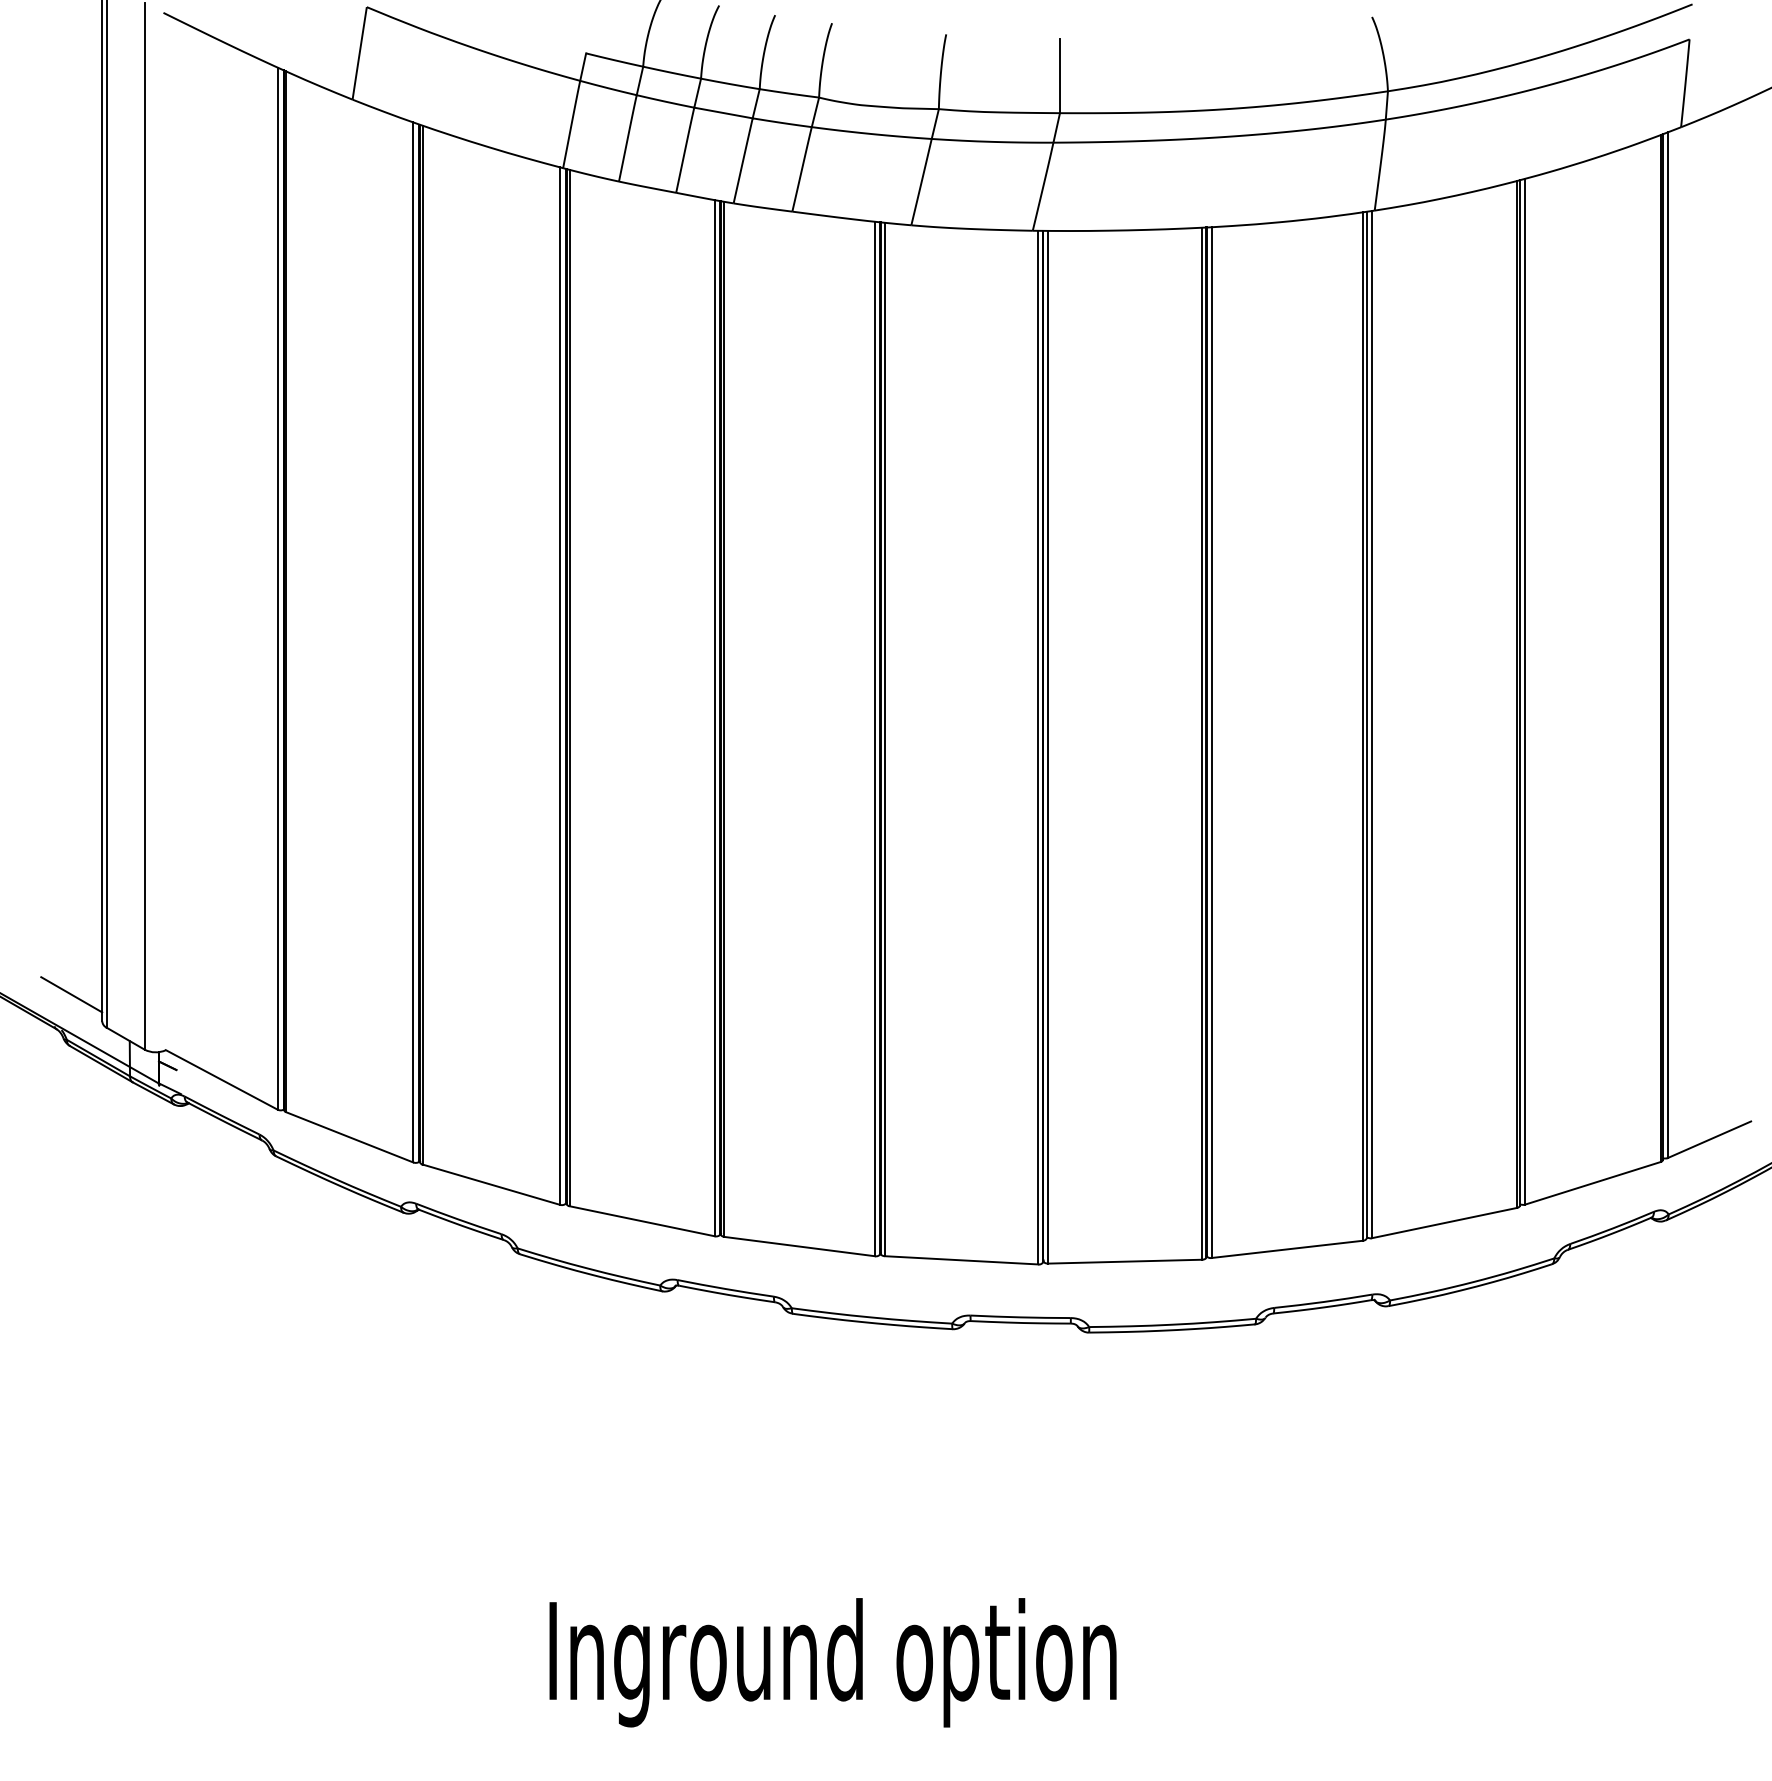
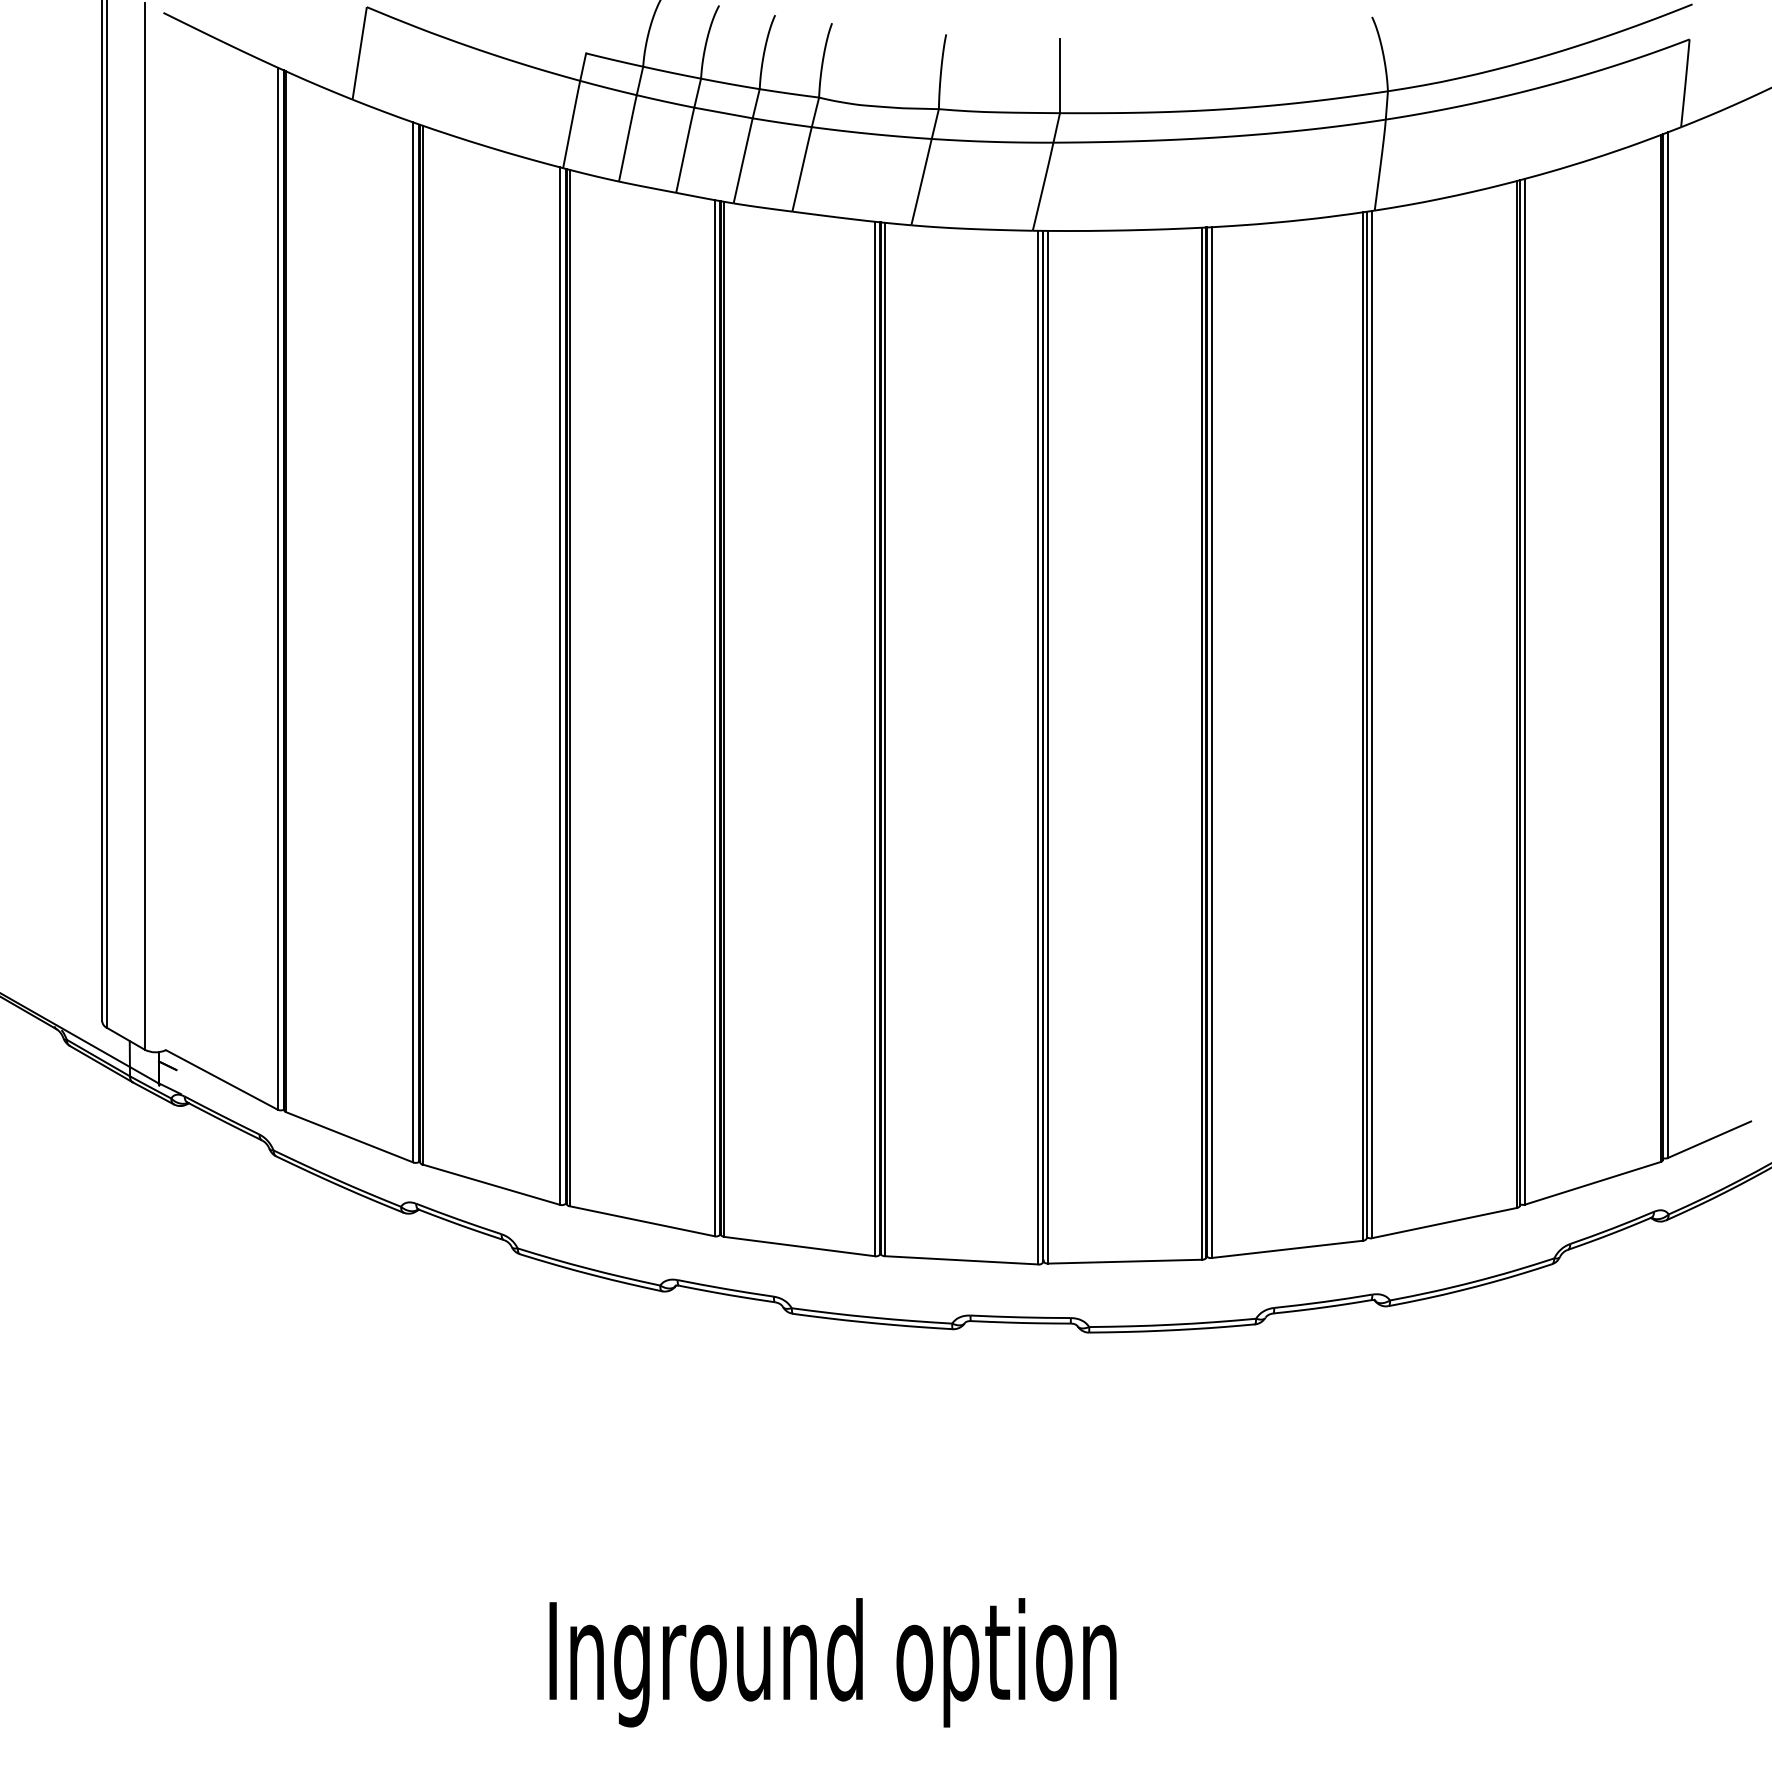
line at (71, 994): present -> none
